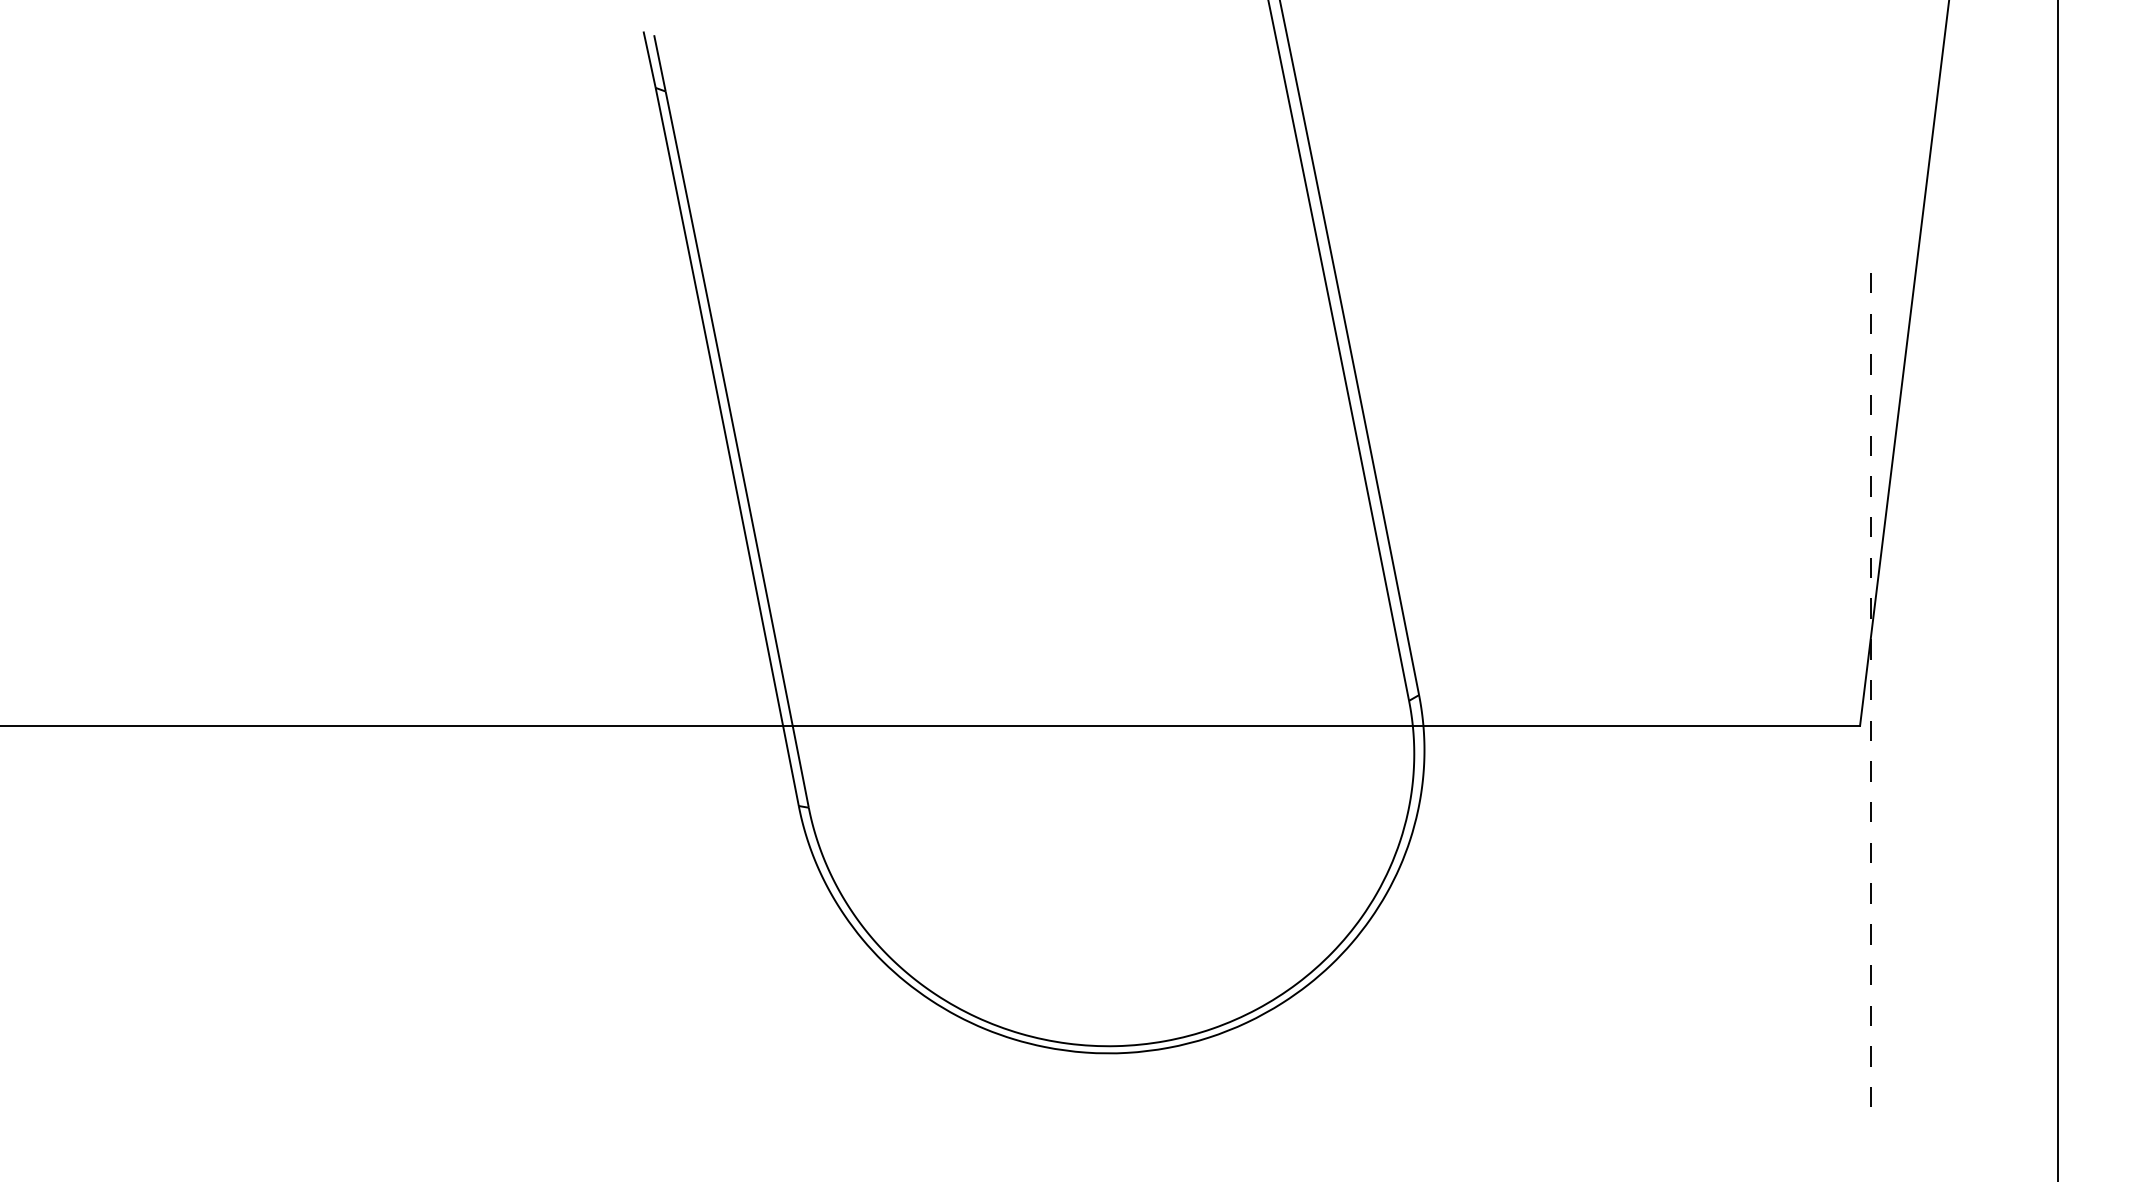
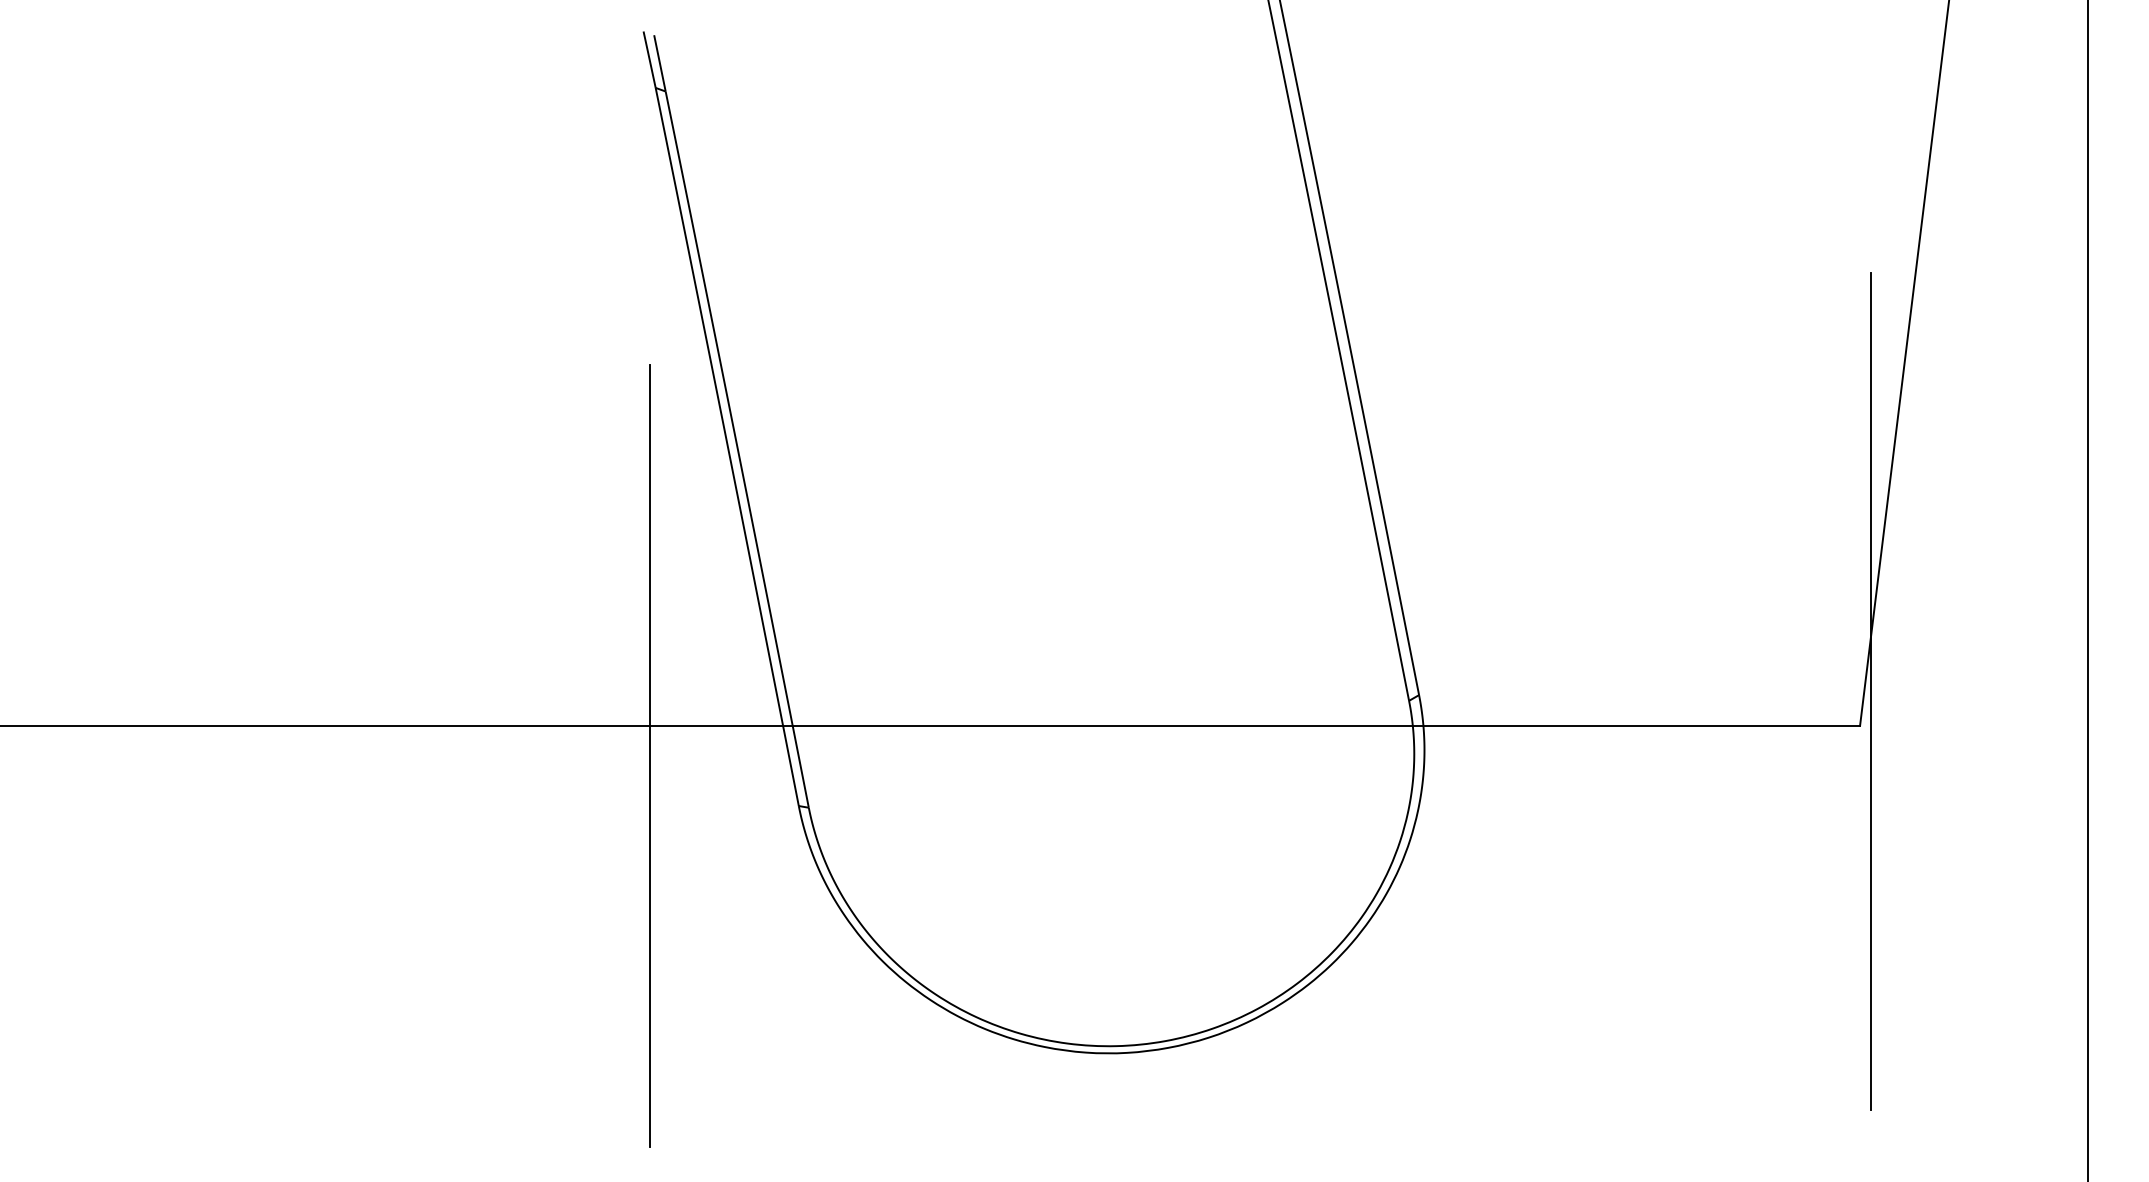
line at (2057, 590) position: (2057, 590) -> (2087, 590)
line at (1870, 691): dashed -> solid
line at (649, 755): none -> present
